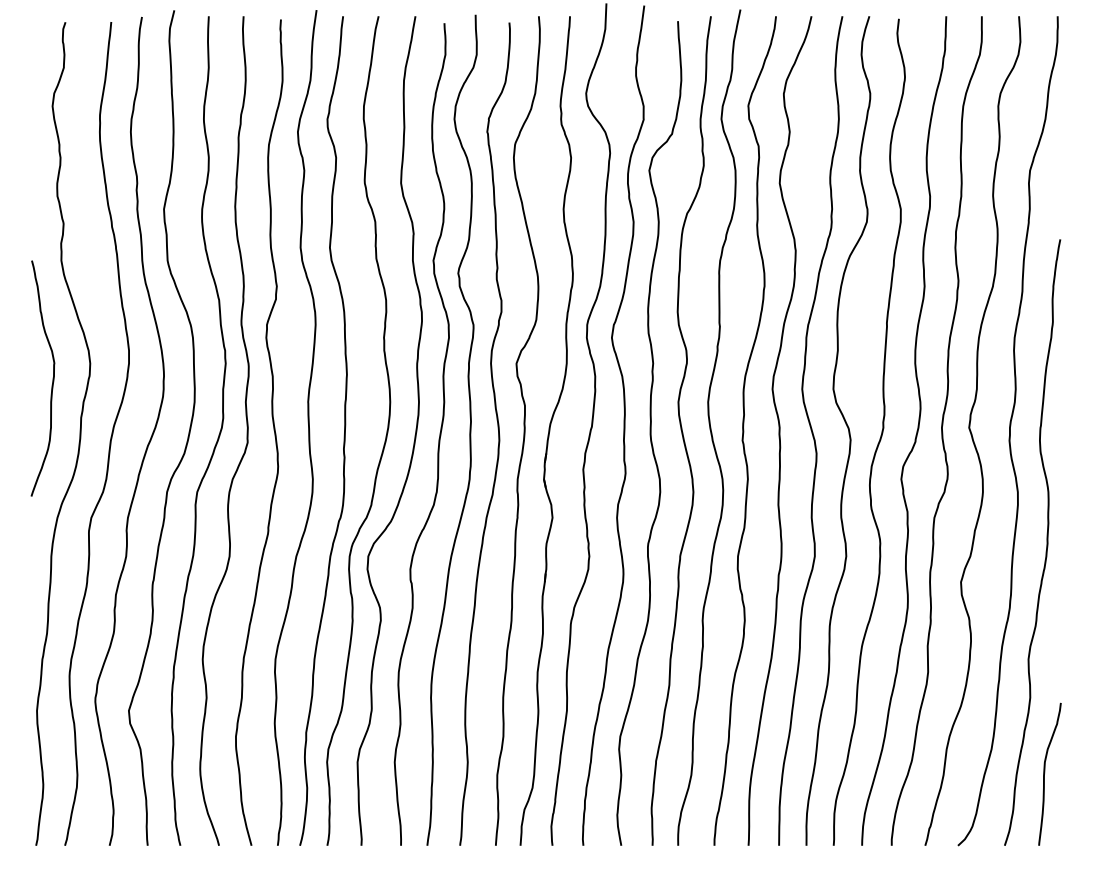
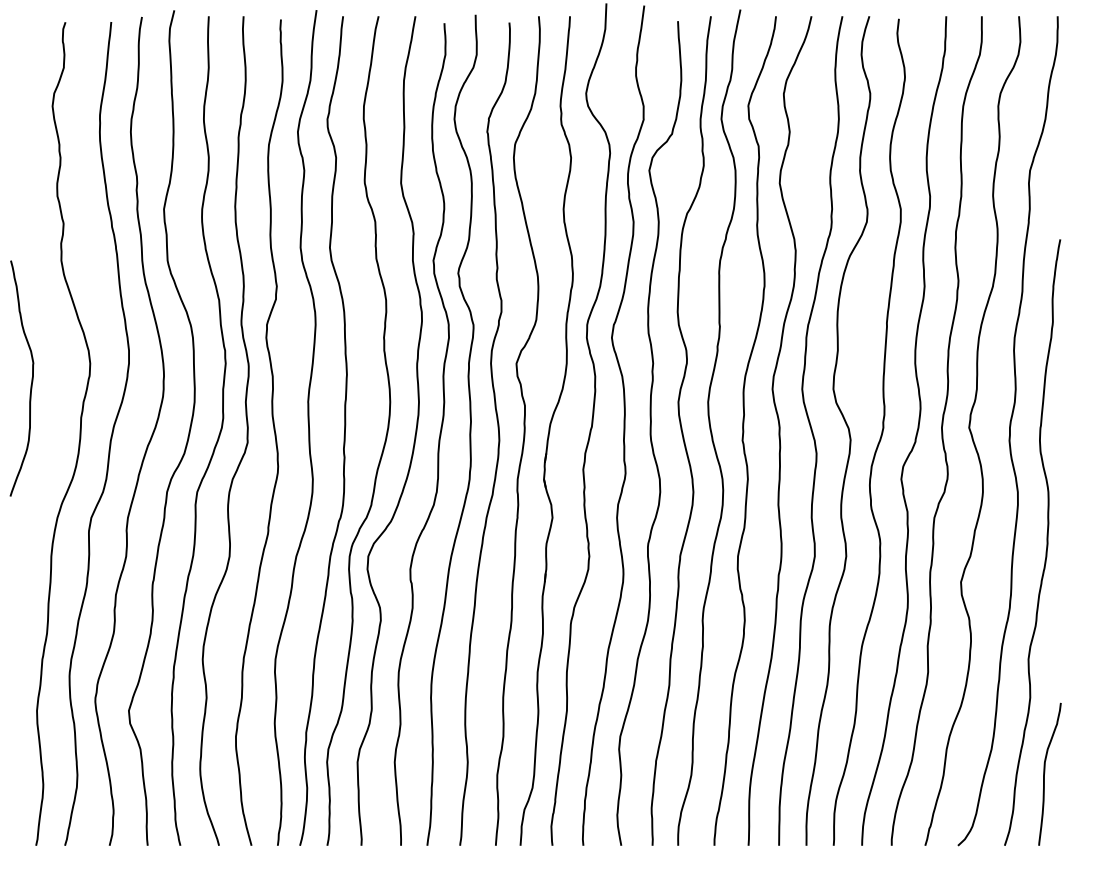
curve at (52, 378) position: (52, 378) -> (31, 378)
